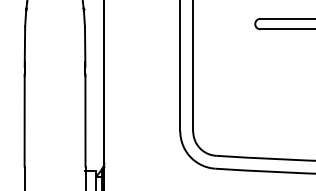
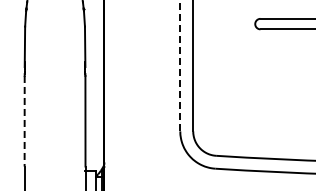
line at (180, 65): solid -> dashed
line at (24, 121): solid -> dashed
